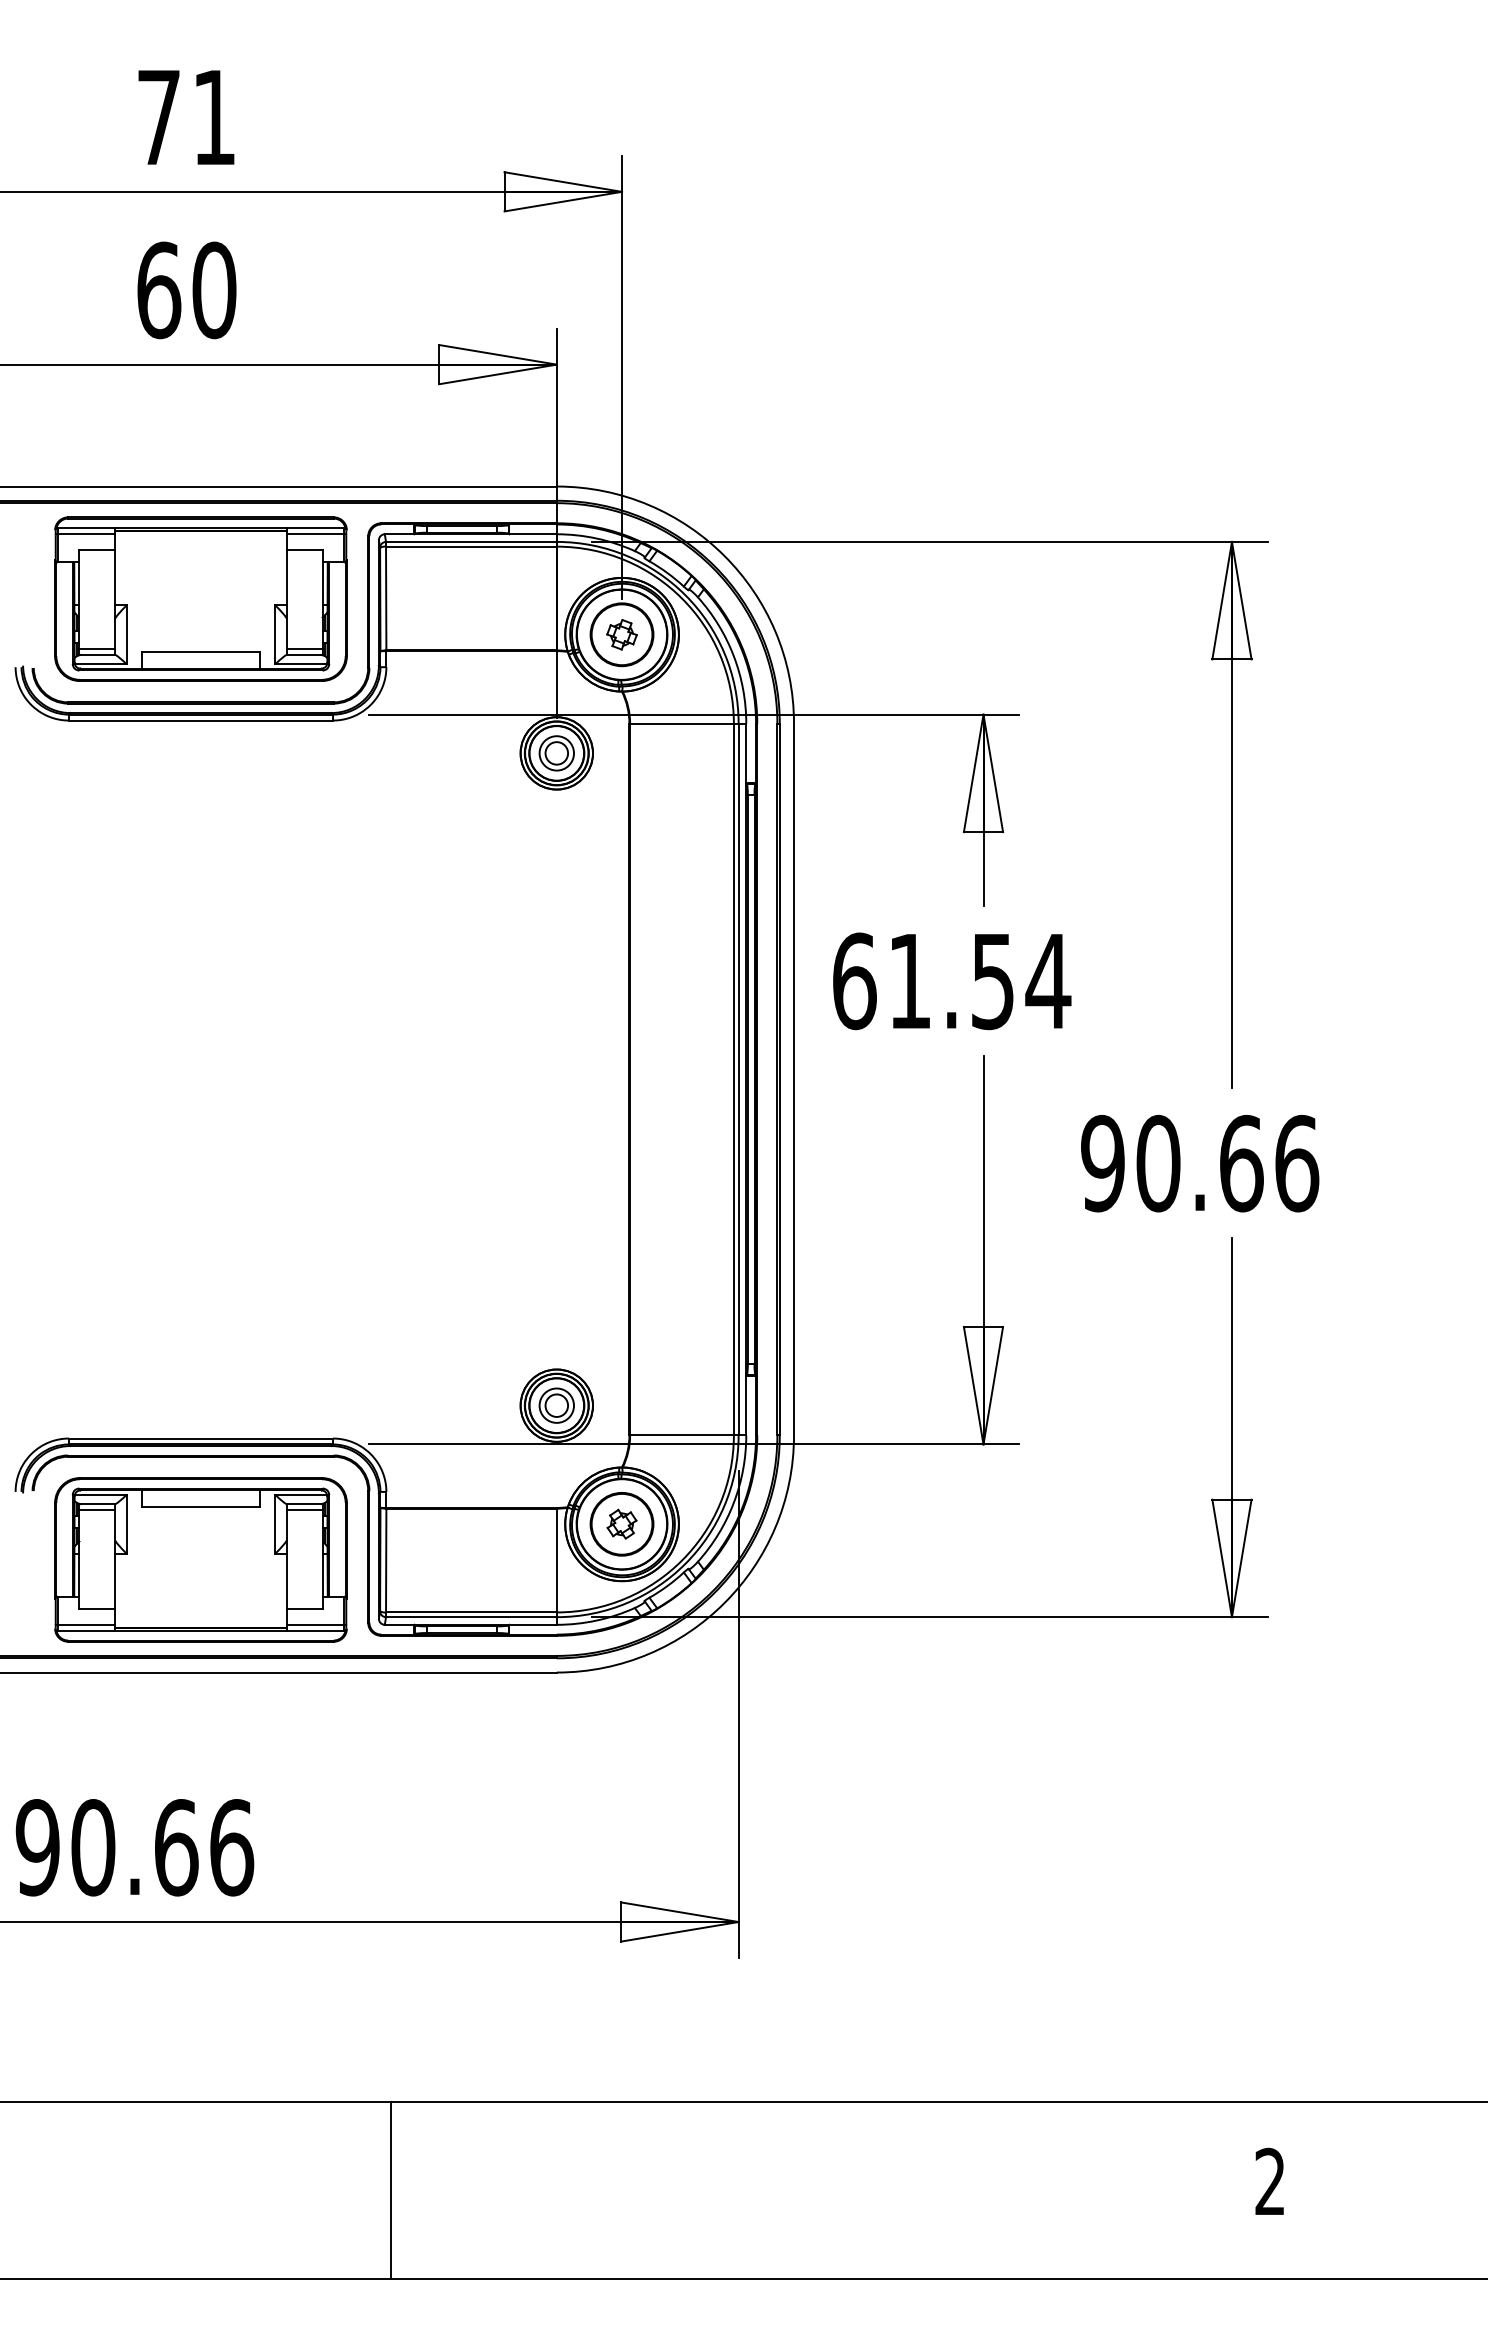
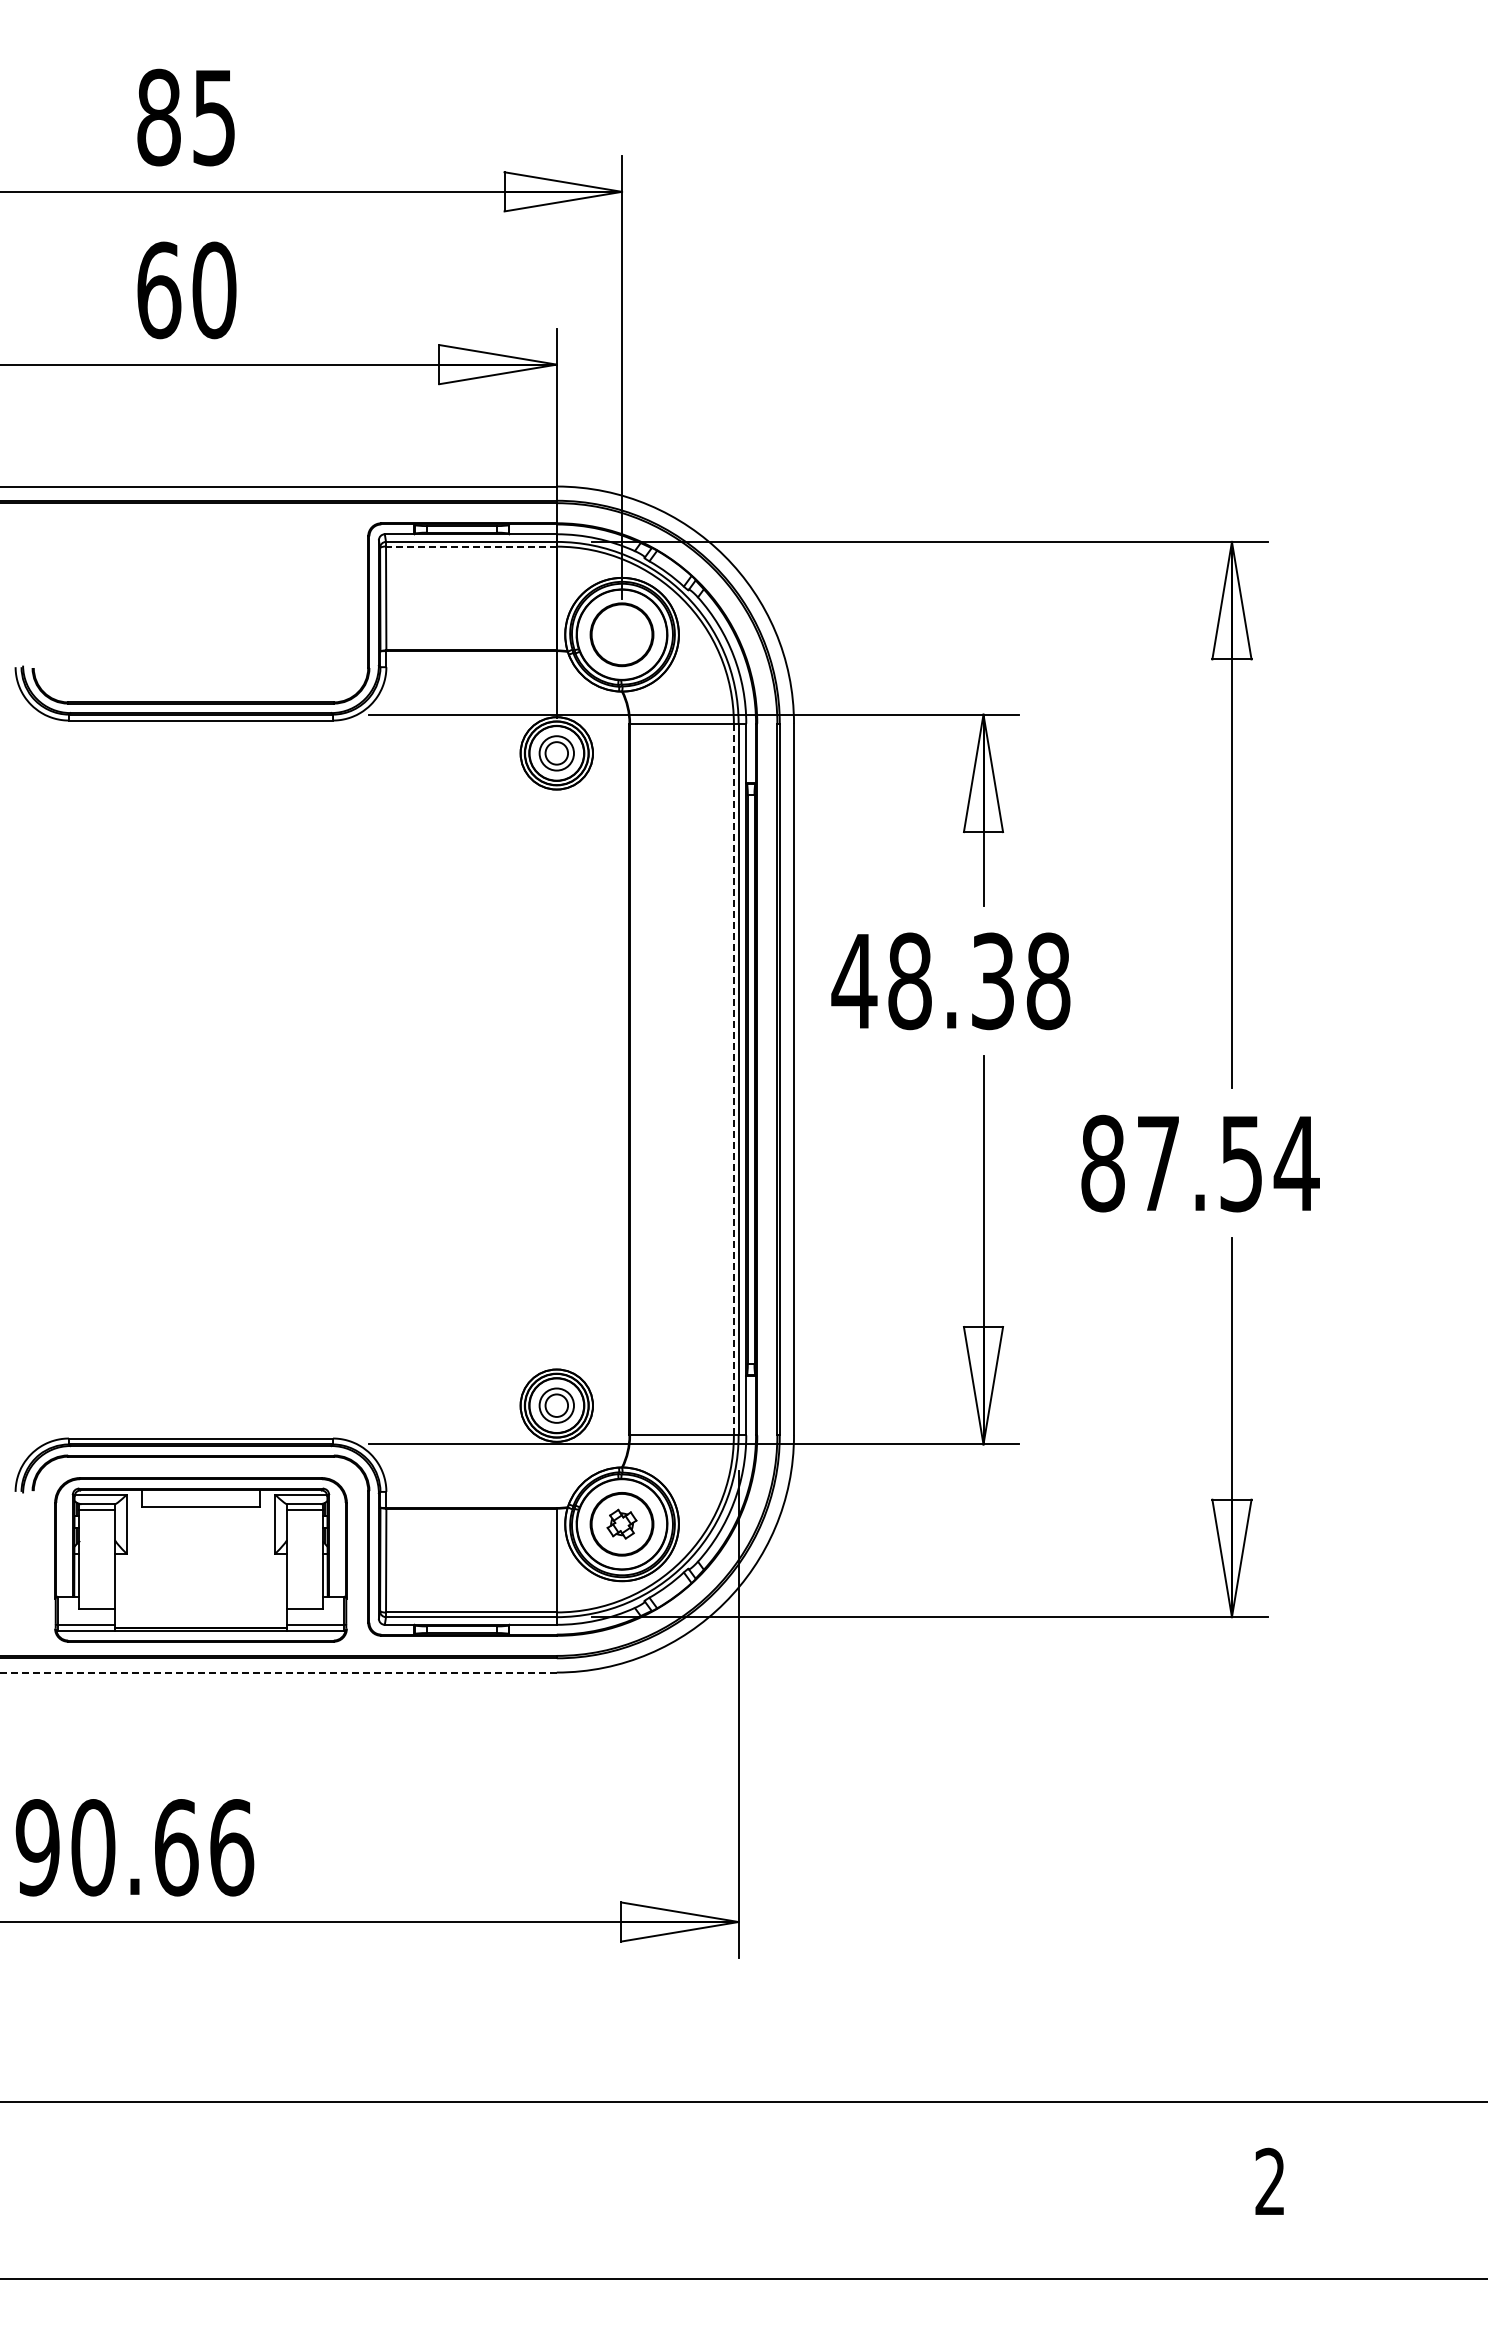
text at (185, 117): 71 -> 85
line at (470, 546): solid -> dashed
part at (200, 598): present -> none
part at (621, 634): present -> none
text at (951, 981): 61.54 -> 48.38
line at (733, 1079): solid -> dashed
text at (1200, 1163): 90.66 -> 87.54
line at (277, 1672): solid -> dashed
line at (391, 2190): present -> none
